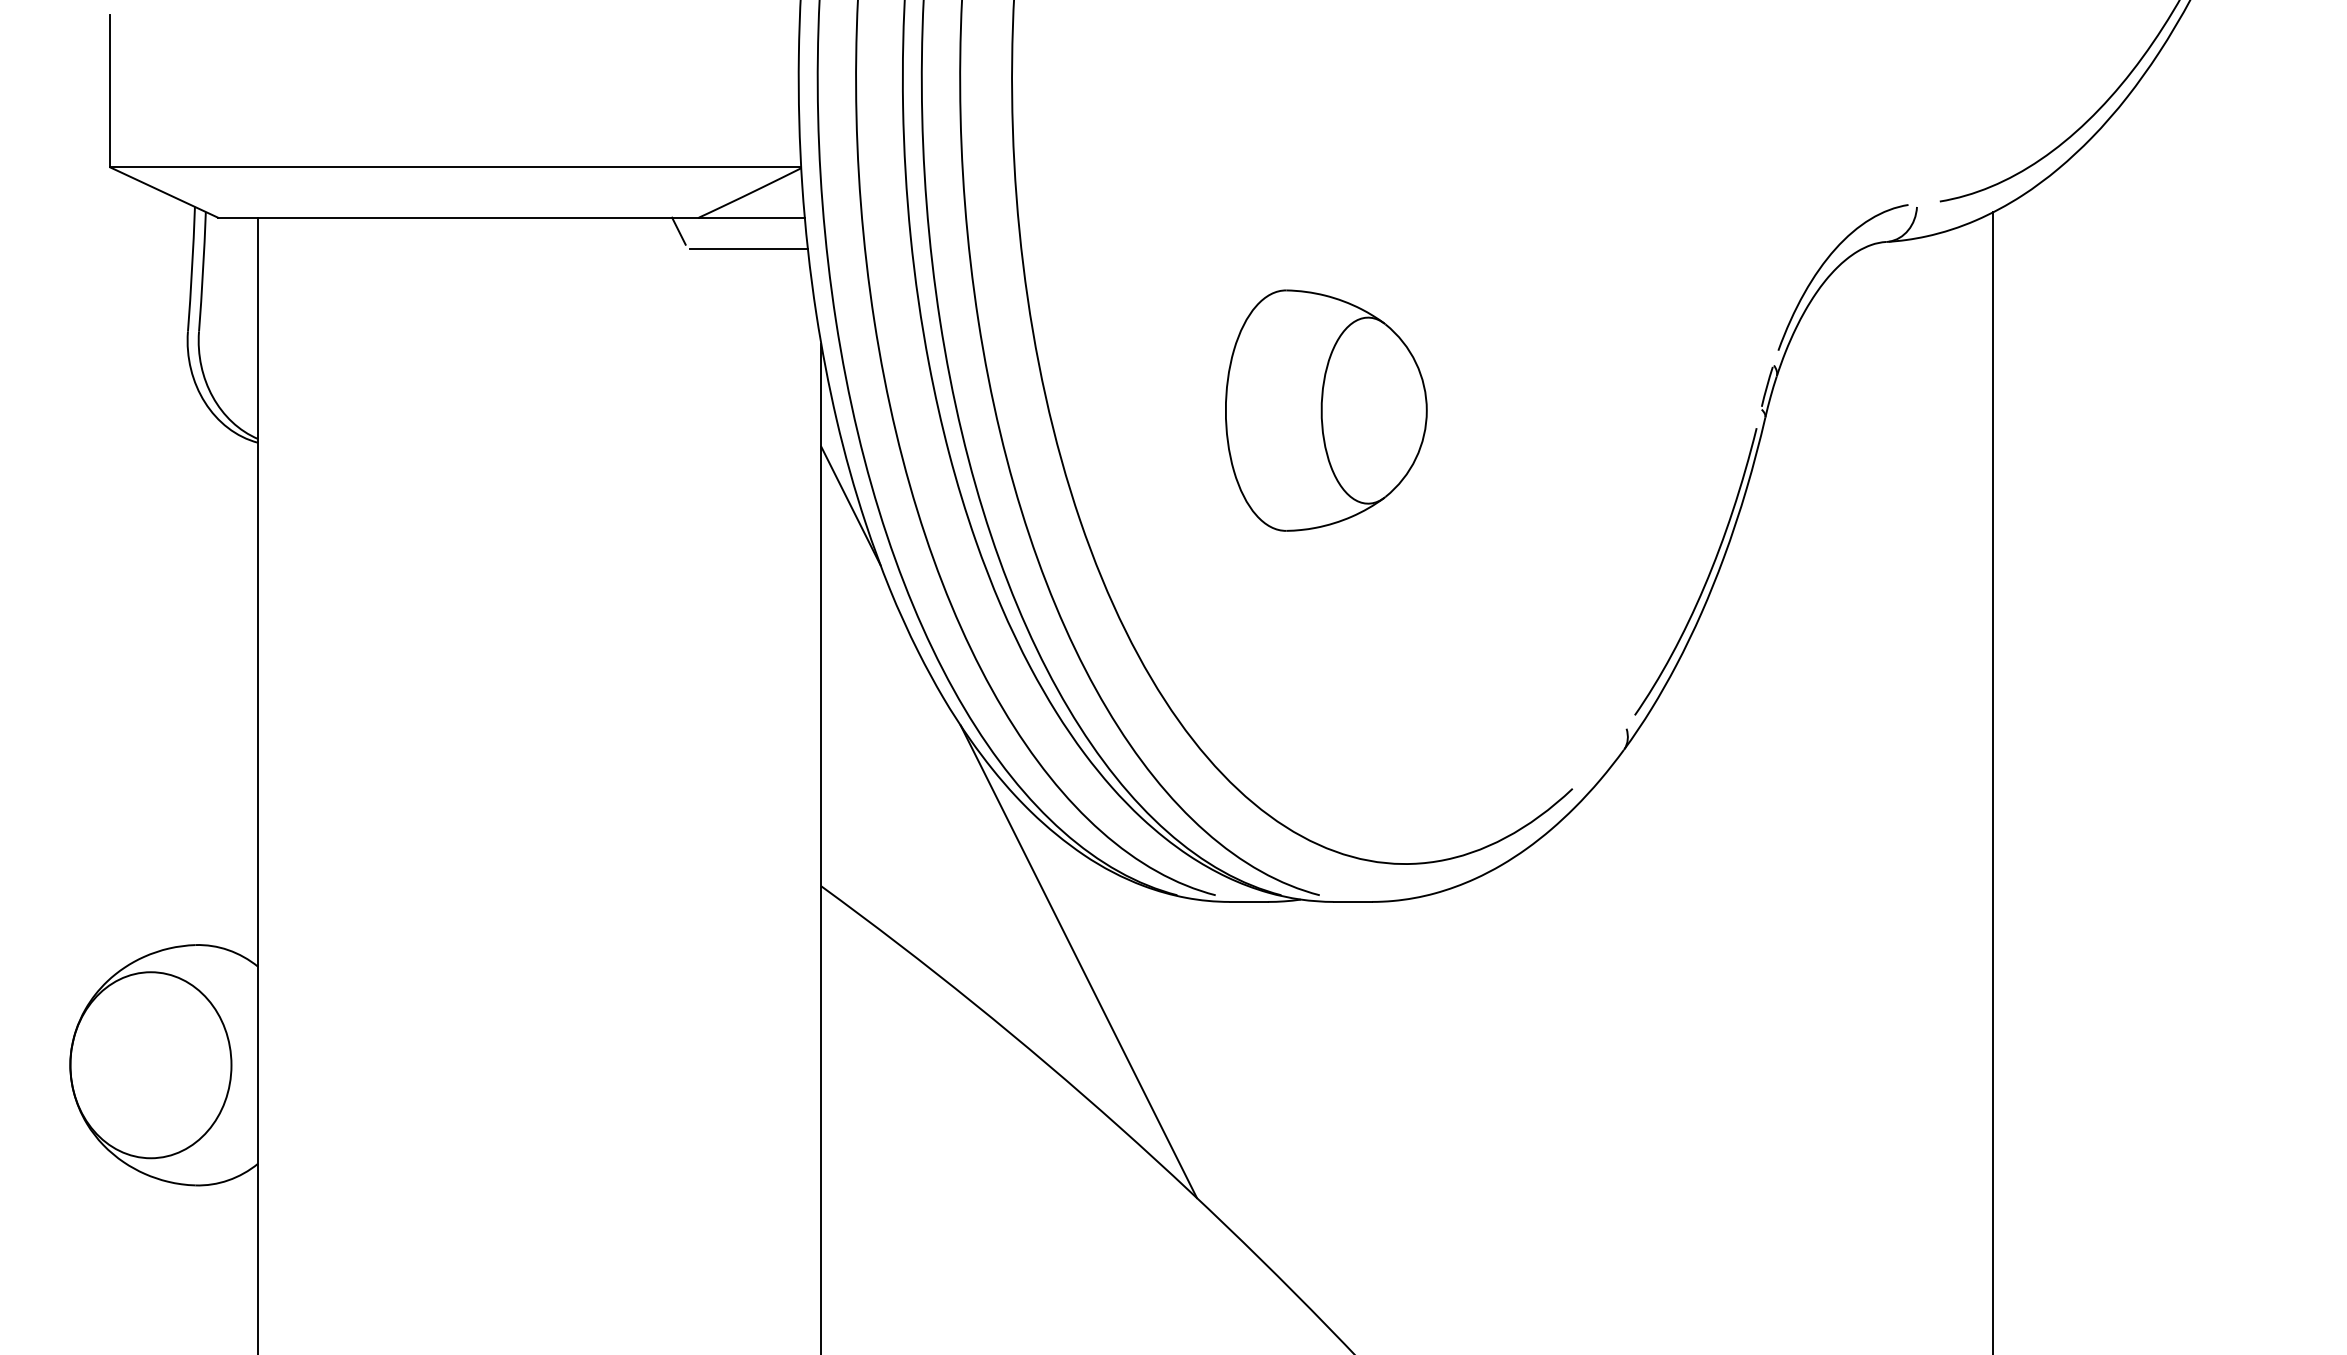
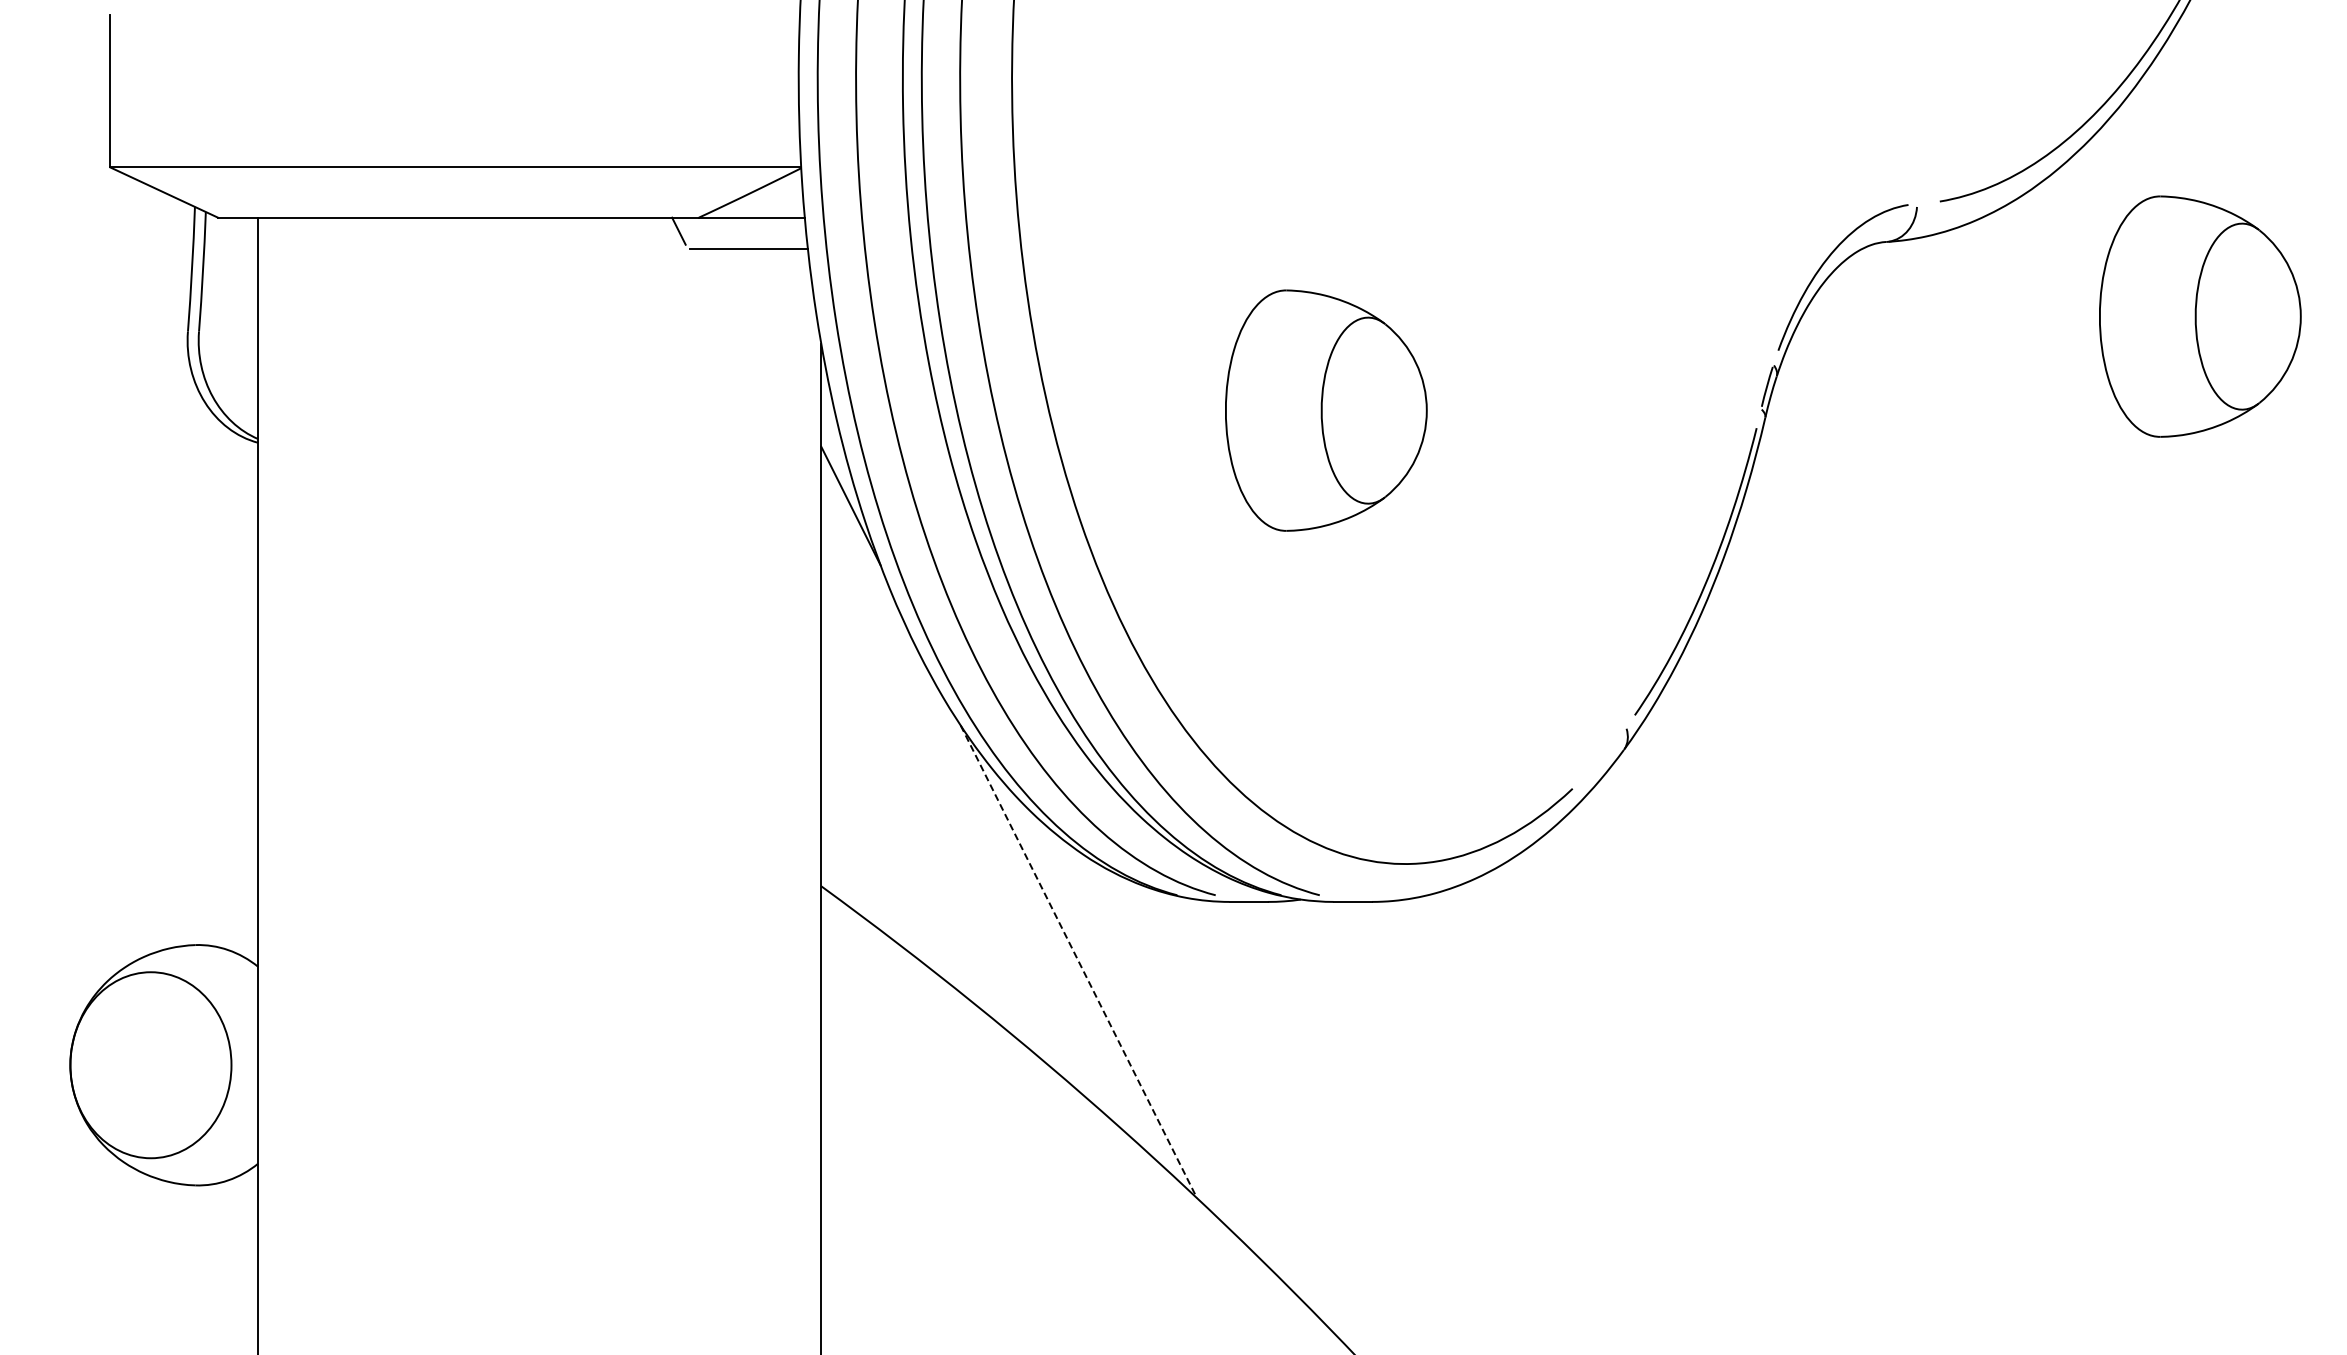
part at (2200, 316): none -> present
line at (1993, 781): present -> none
line at (1079, 962): solid -> dashed
